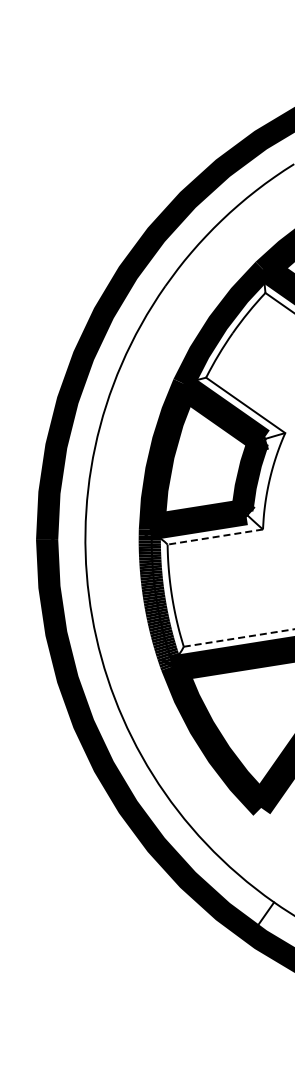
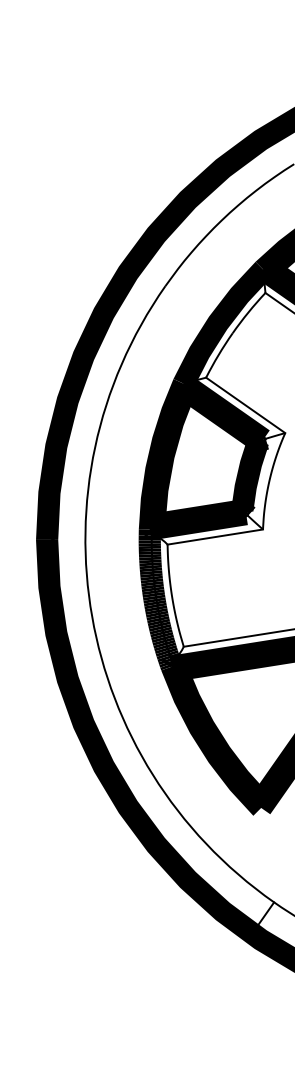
line at (214, 537): dashed -> solid
line at (239, 637): dashed -> solid
